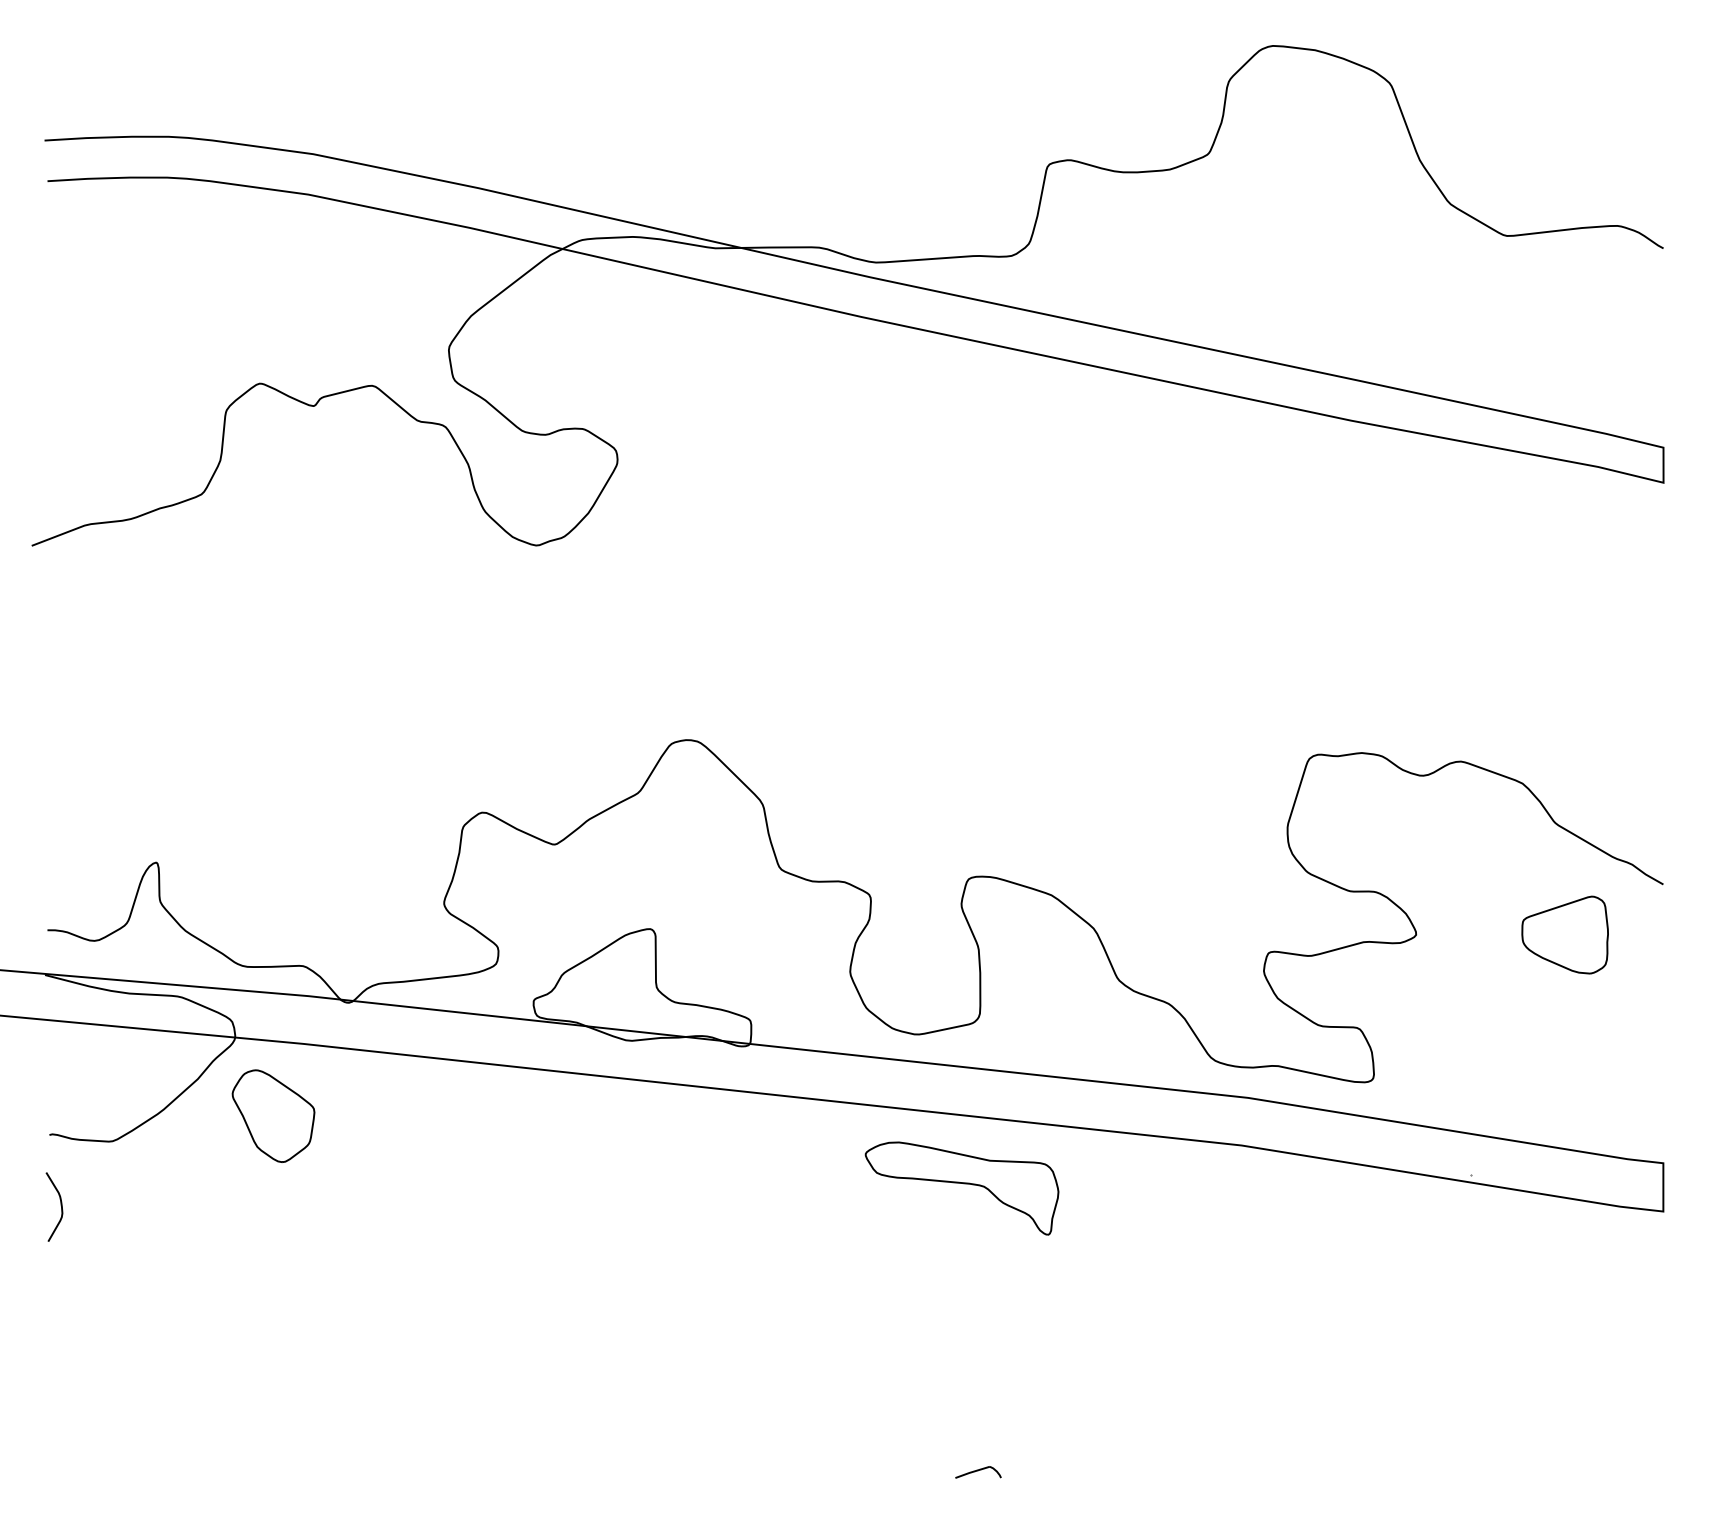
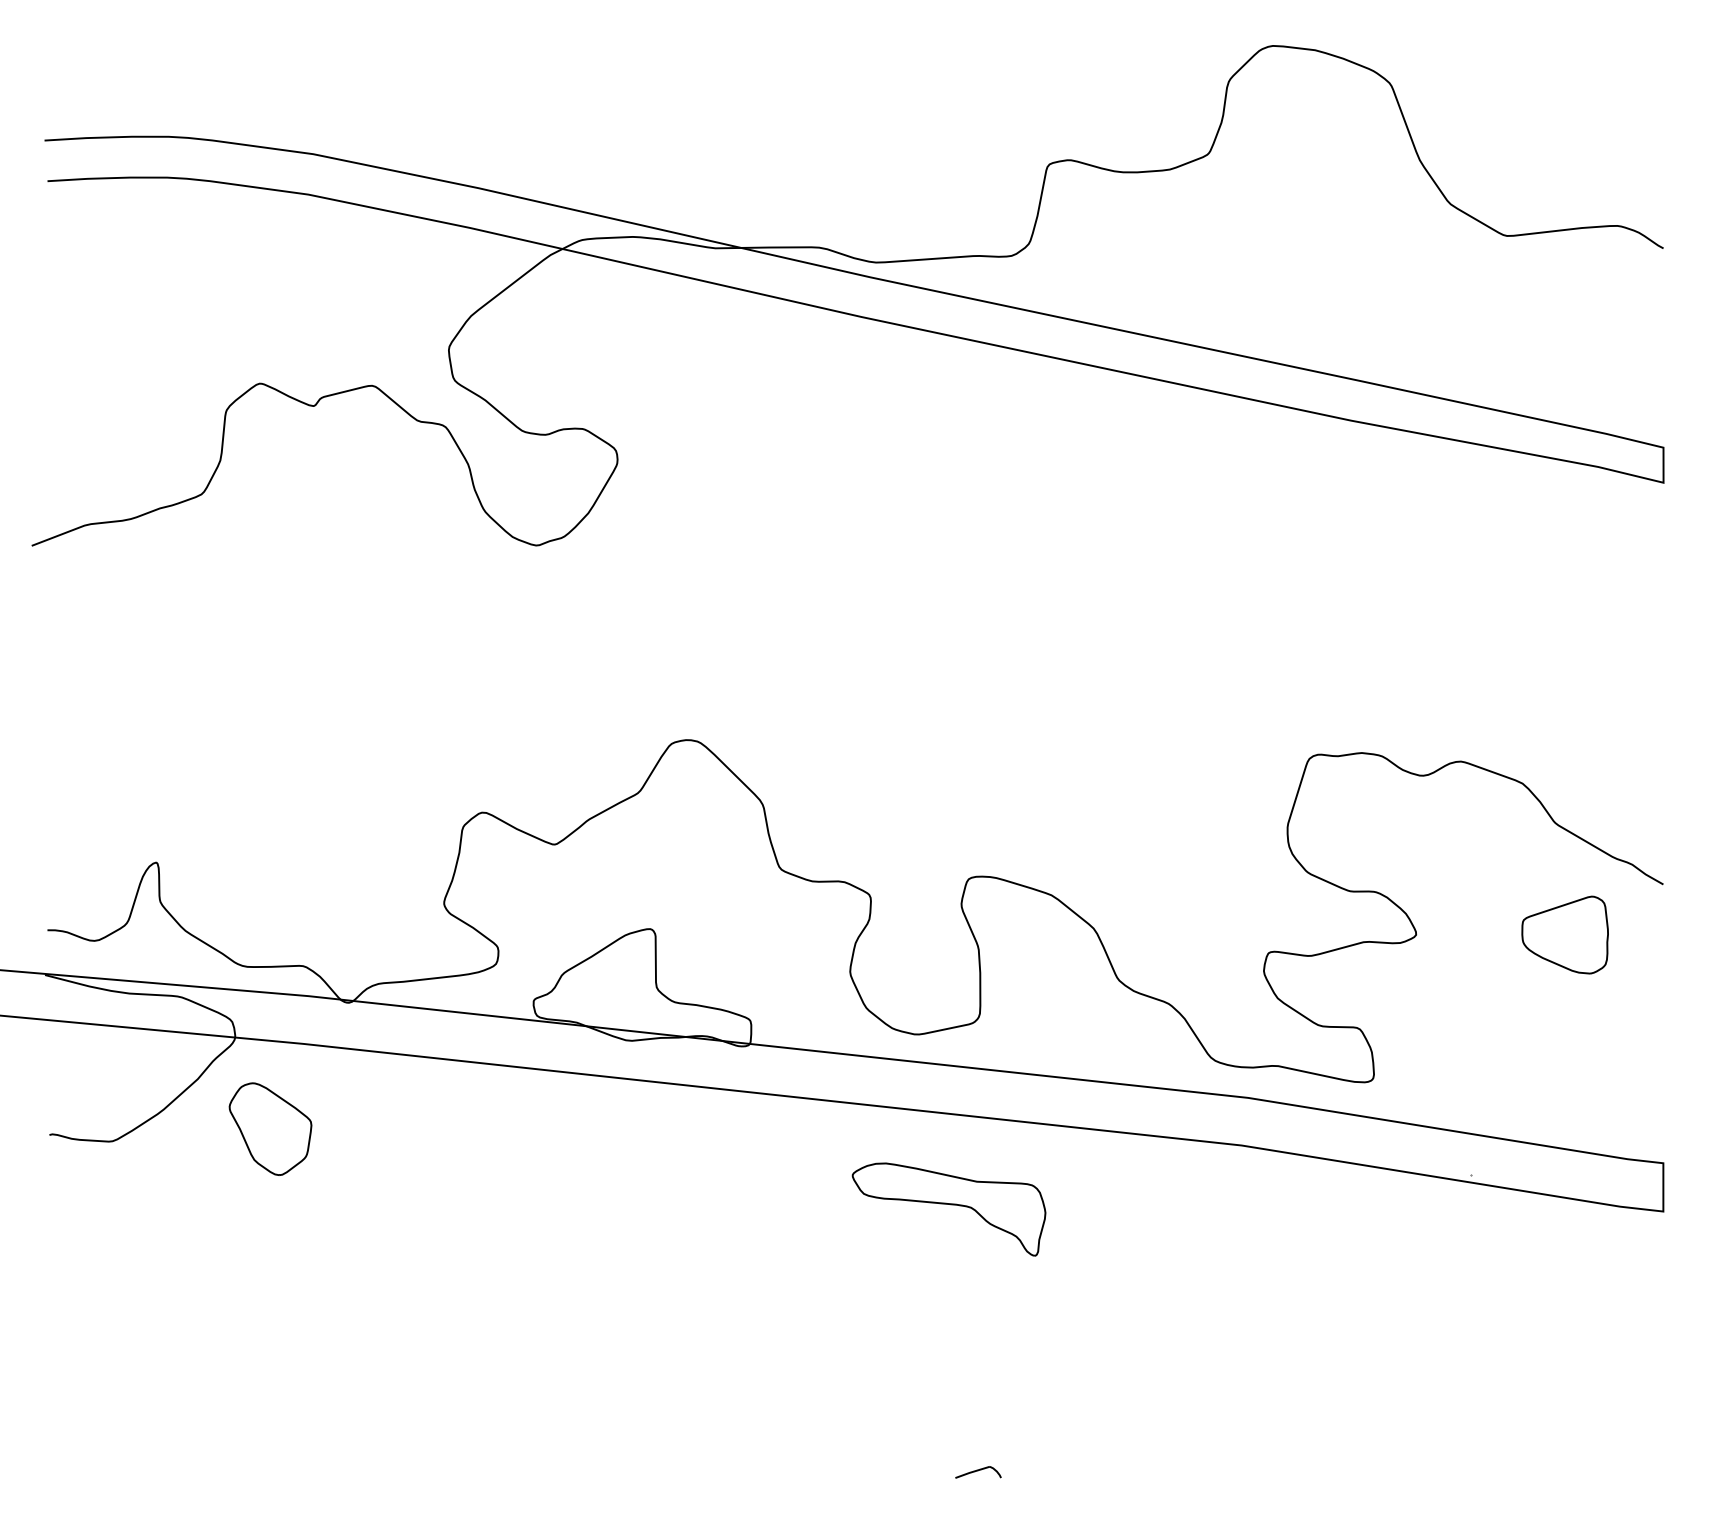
part at (273, 1115) position: (273, 1115) -> (270, 1128)
part at (961, 1188) position: (961, 1188) -> (948, 1209)
curve at (60, 1205): present -> none
